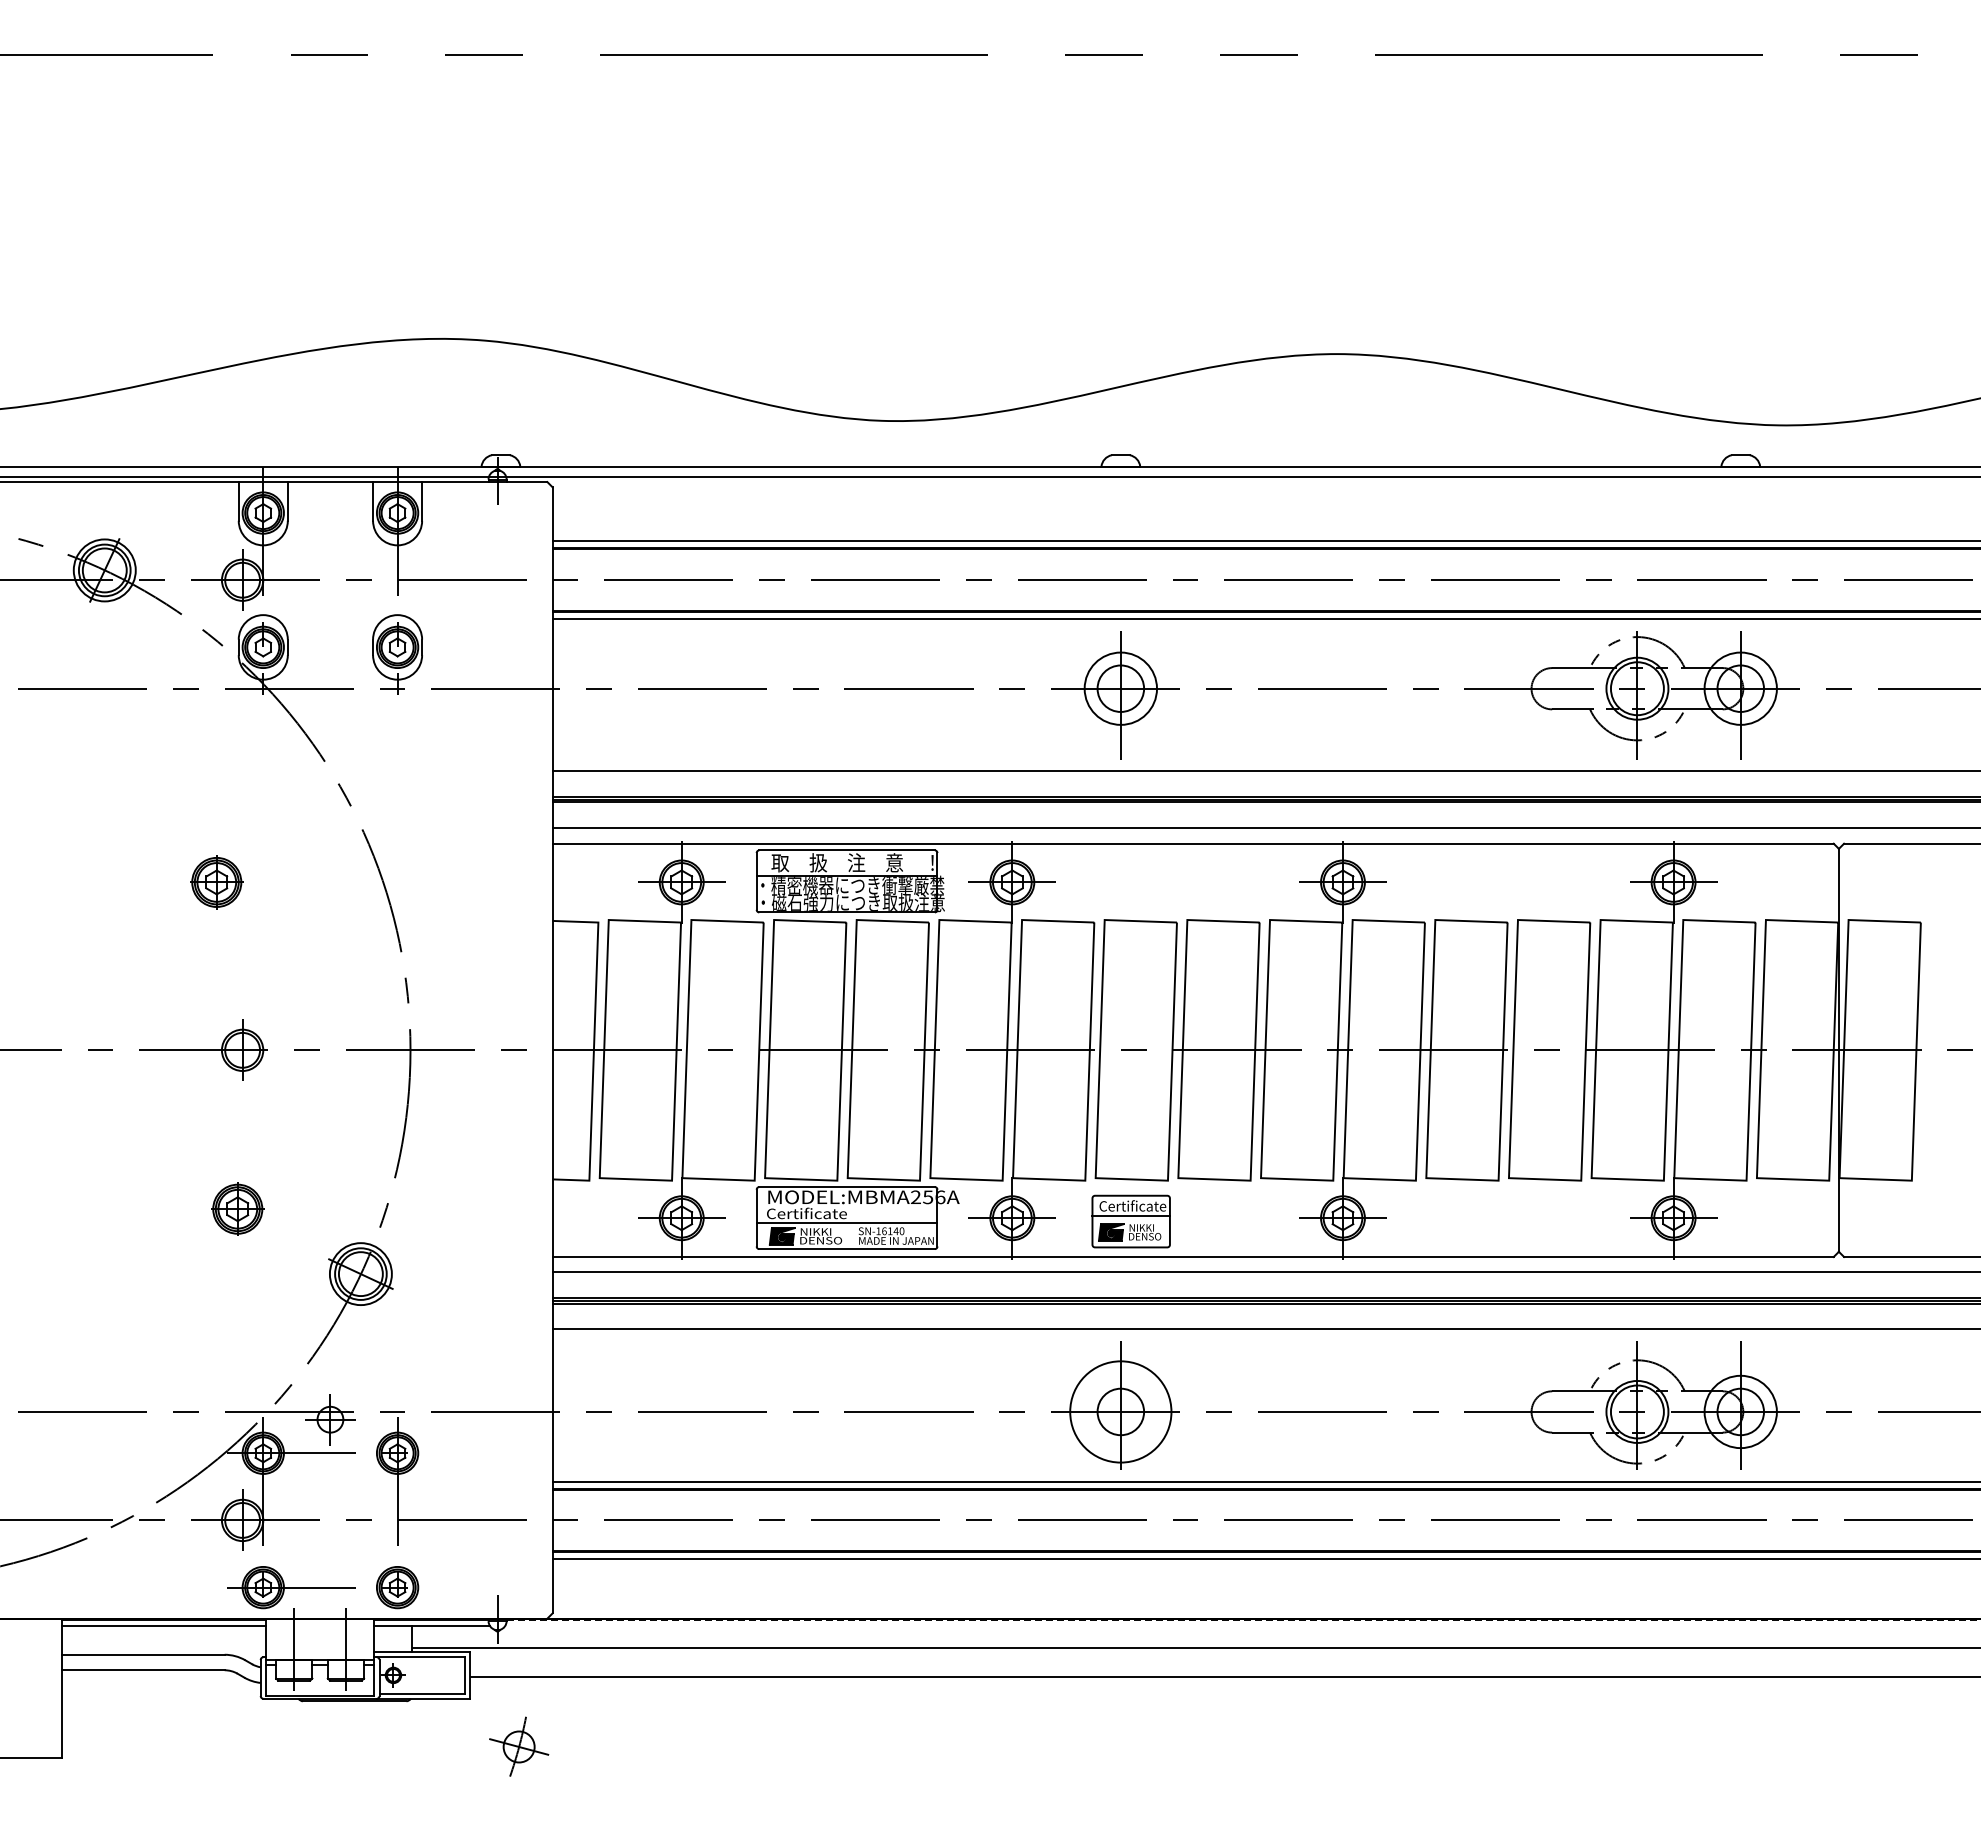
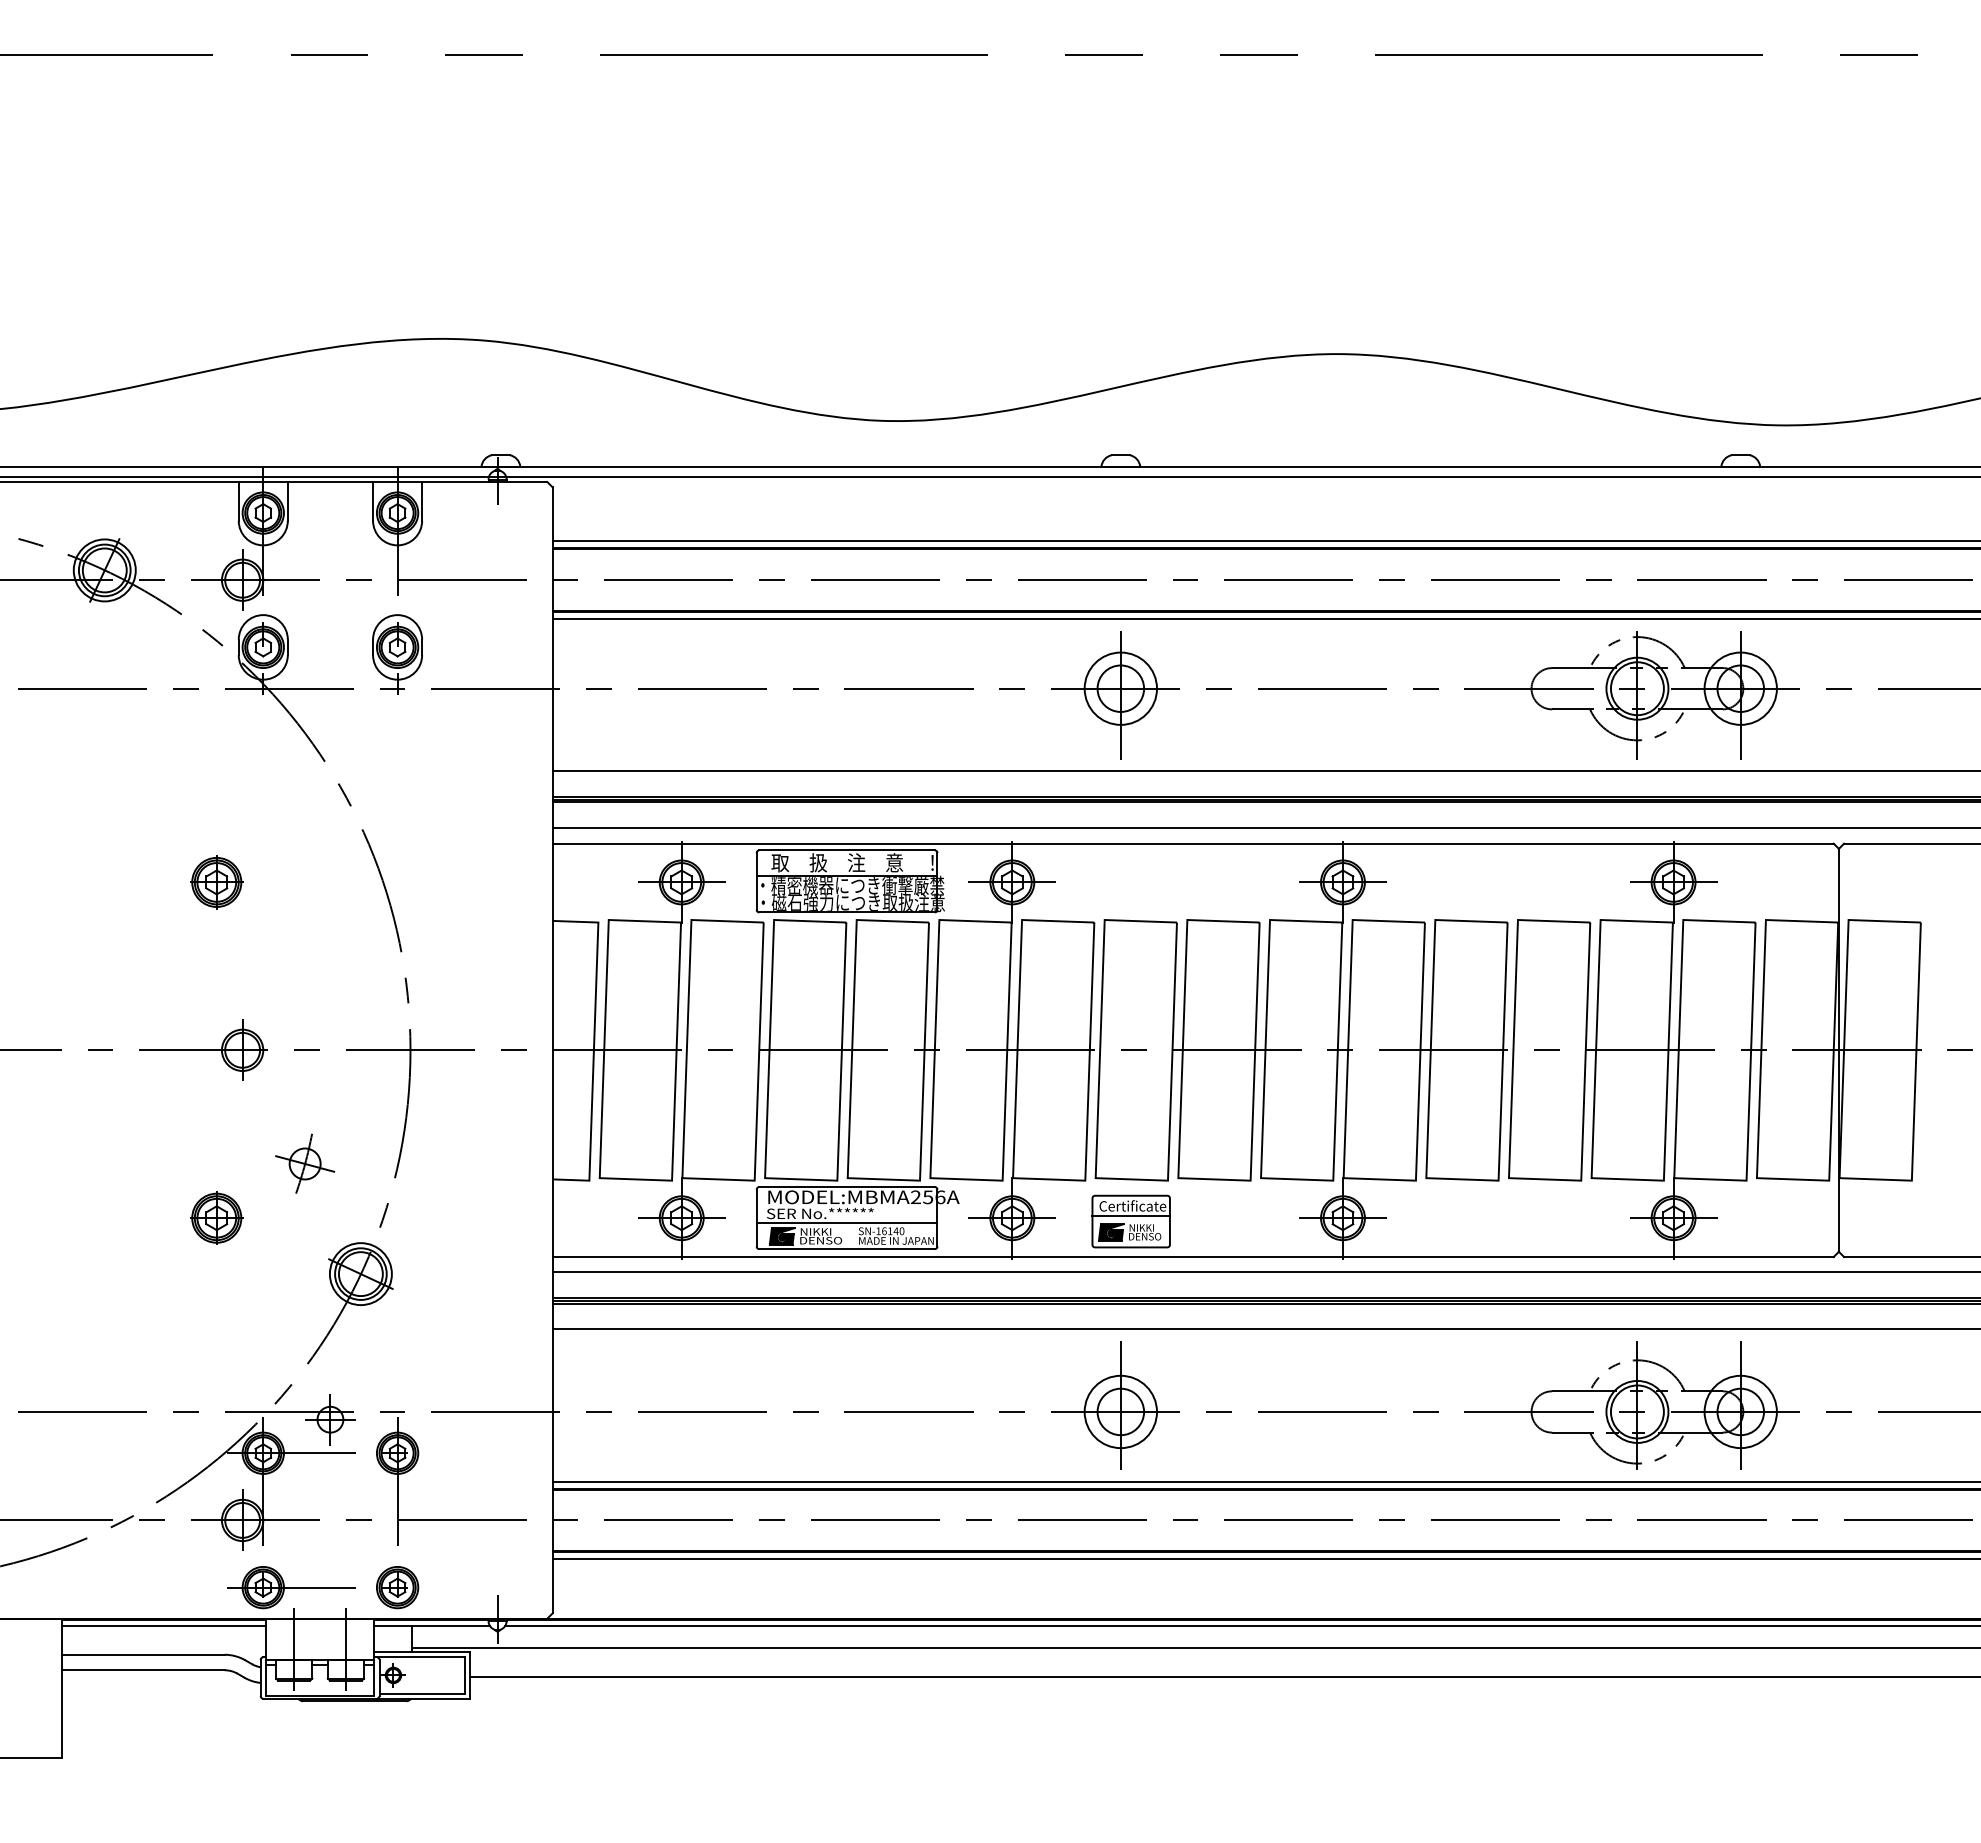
part at (237, 1208) position: (237, 1208) -> (216, 1217)
text at (820, 1213): Certificate -> SER No.******
circle at (1120, 1411) diameter: 101 px -> 72 px
line at (1243, 1620): dashed -> solid
line at (1241, 1626): none -> present
part at (519, 1746) position: (519, 1746) -> (305, 1163)
